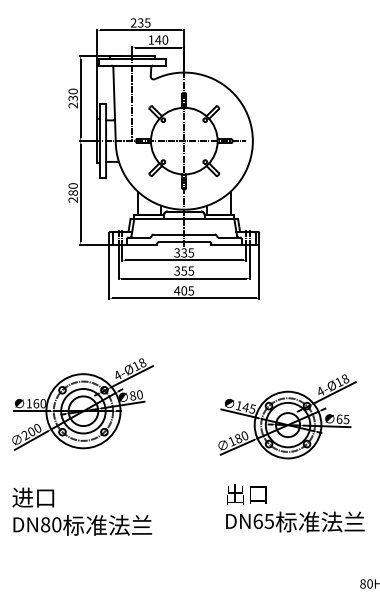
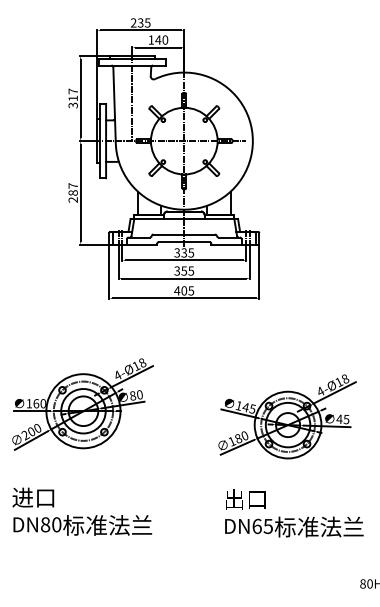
text at (72, 98): 230 -> 317
text at (72, 185): 280 -> 287
text at (339, 418): 65 -> 45
text at (295, 508) position: (295, 508) -> (294, 513)
